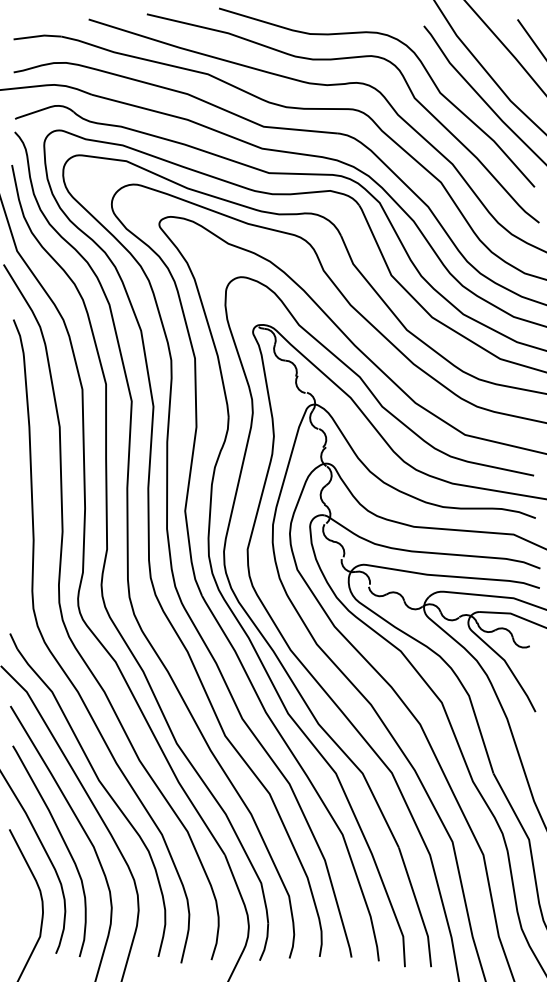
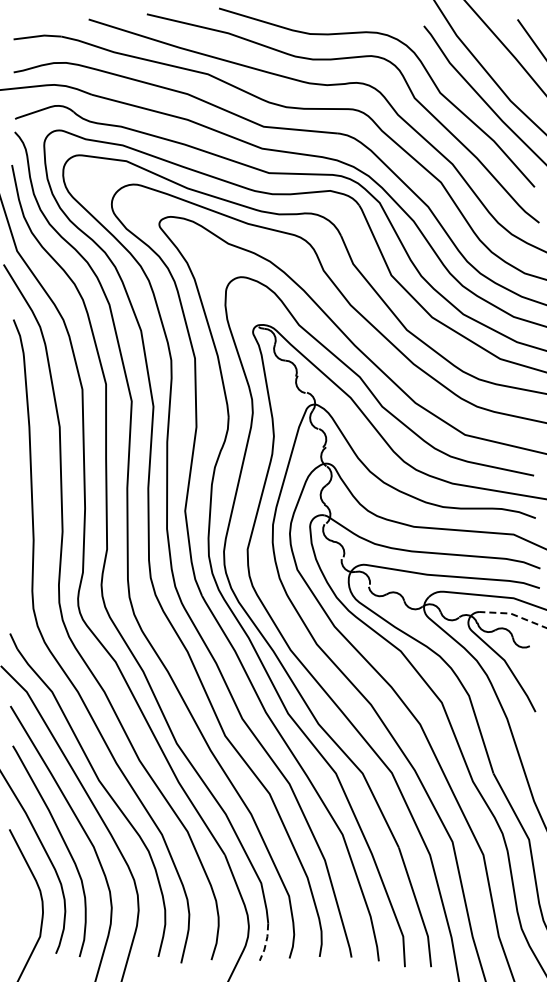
line at (513, 614): solid -> dashed
line at (266, 942): solid -> dashed
